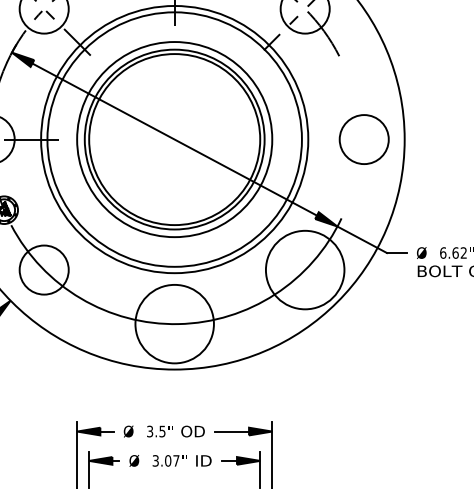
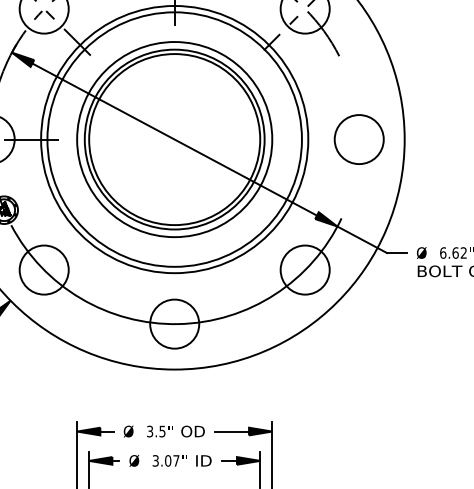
circle at (363, 139) position: (363, 139) -> (358, 139)
circle at (304, 269) diameter: 79 px -> 49 px
circle at (174, 323) diameter: 79 px -> 49 px
